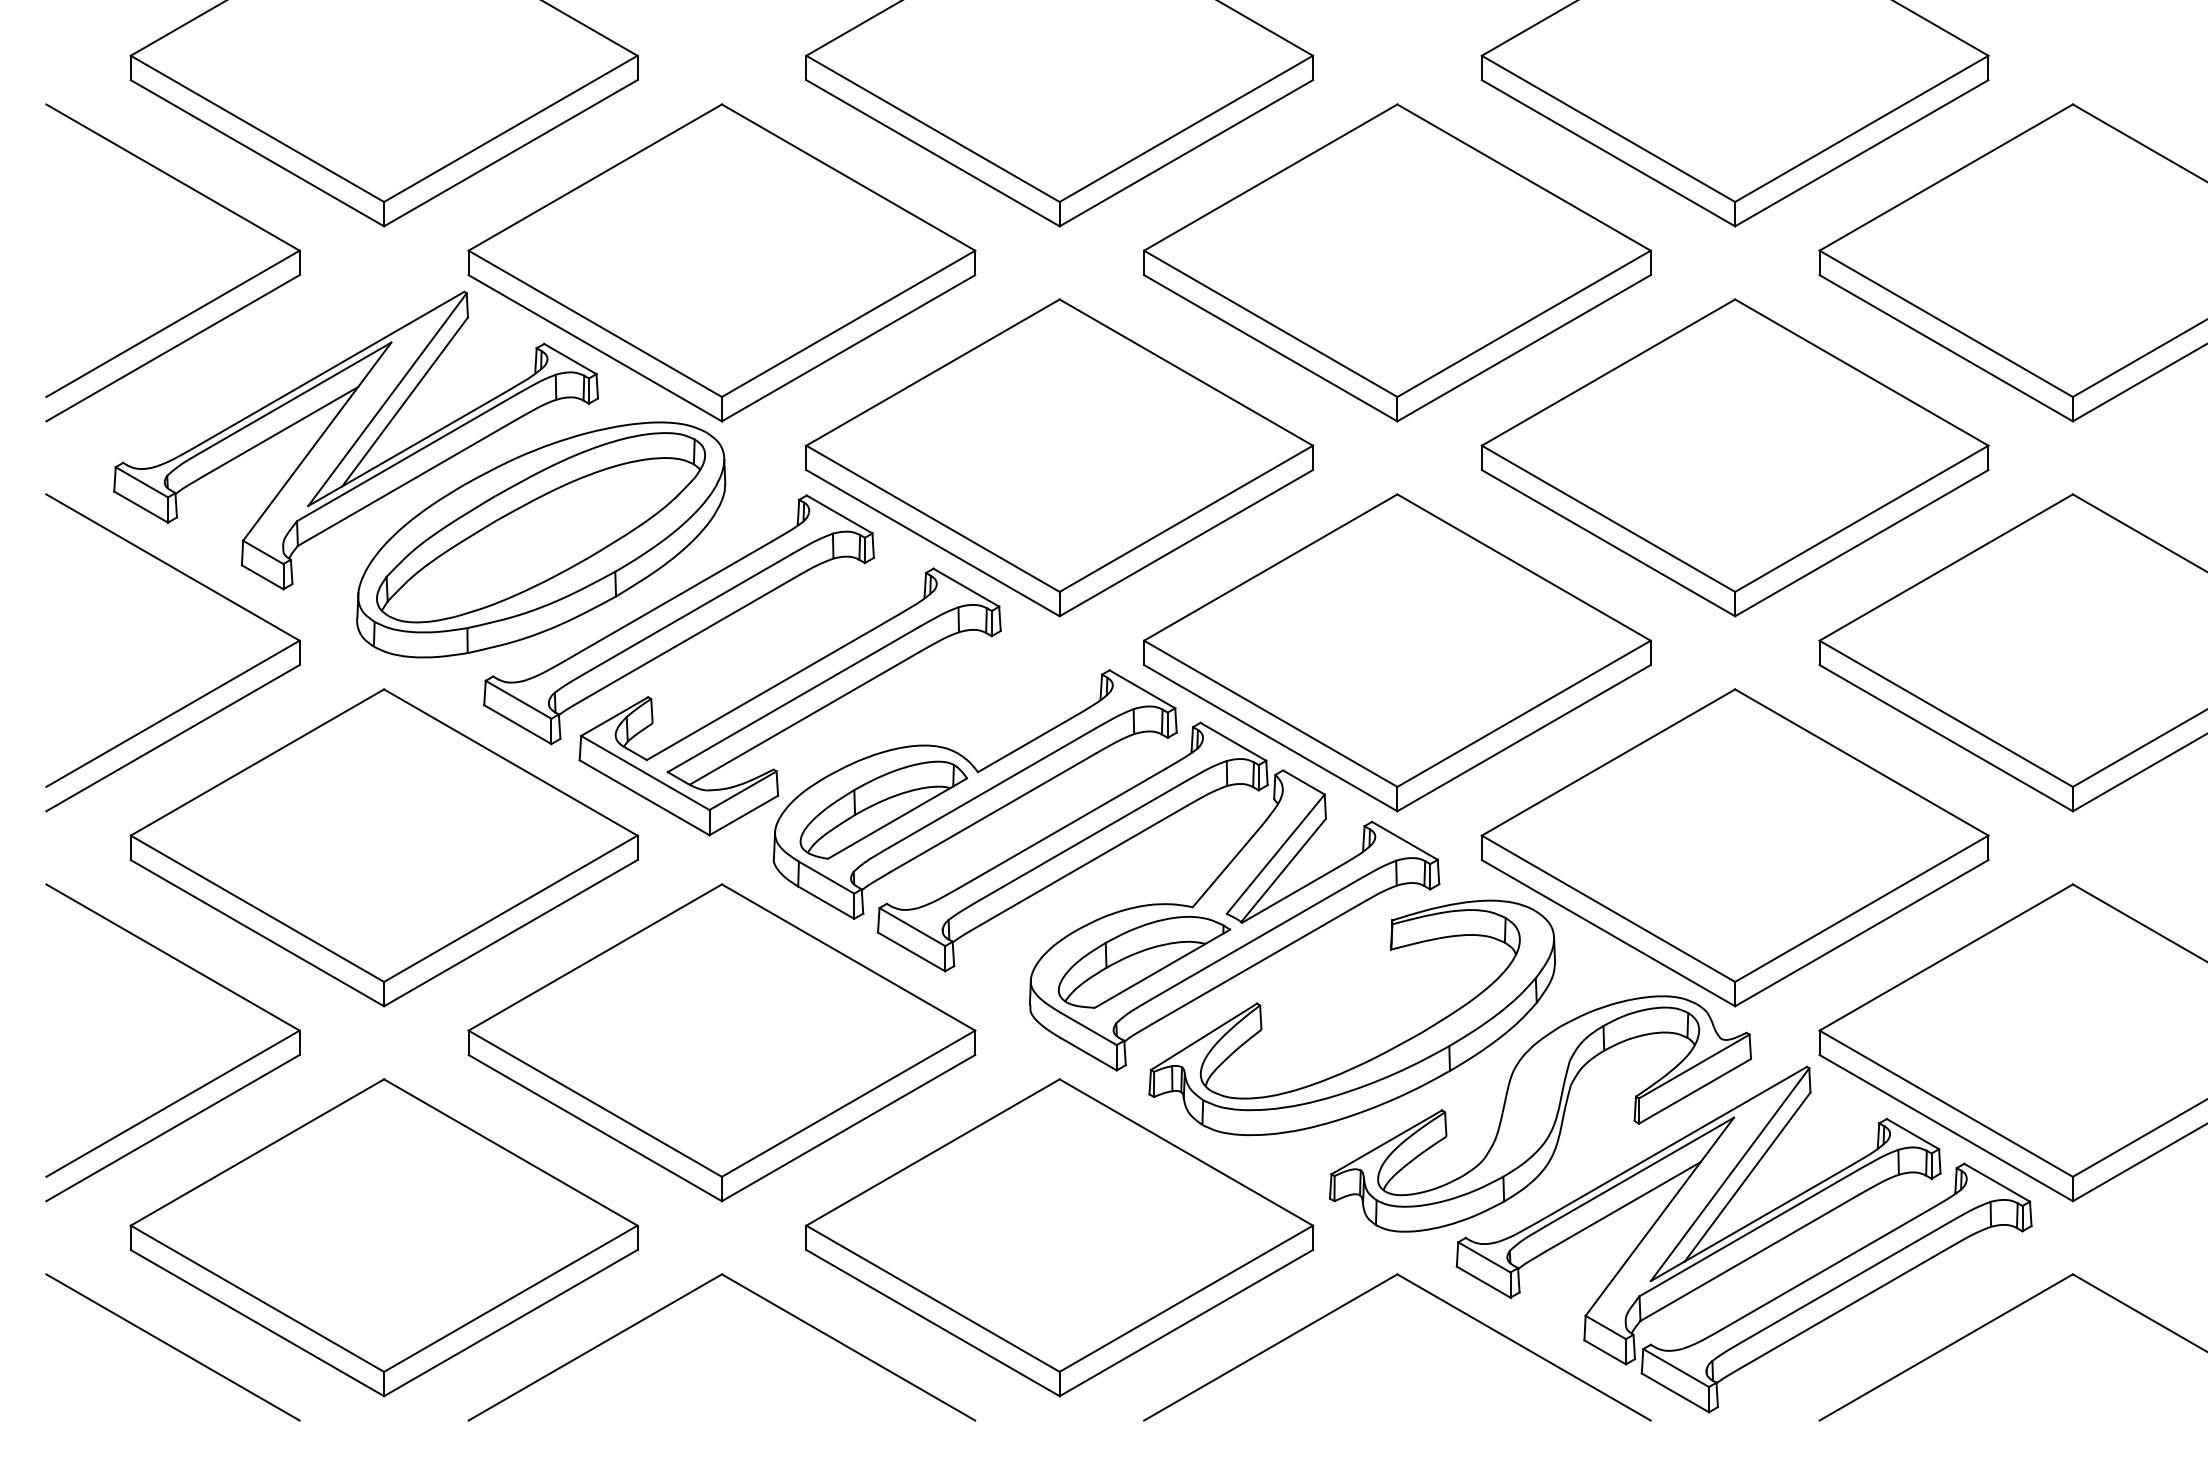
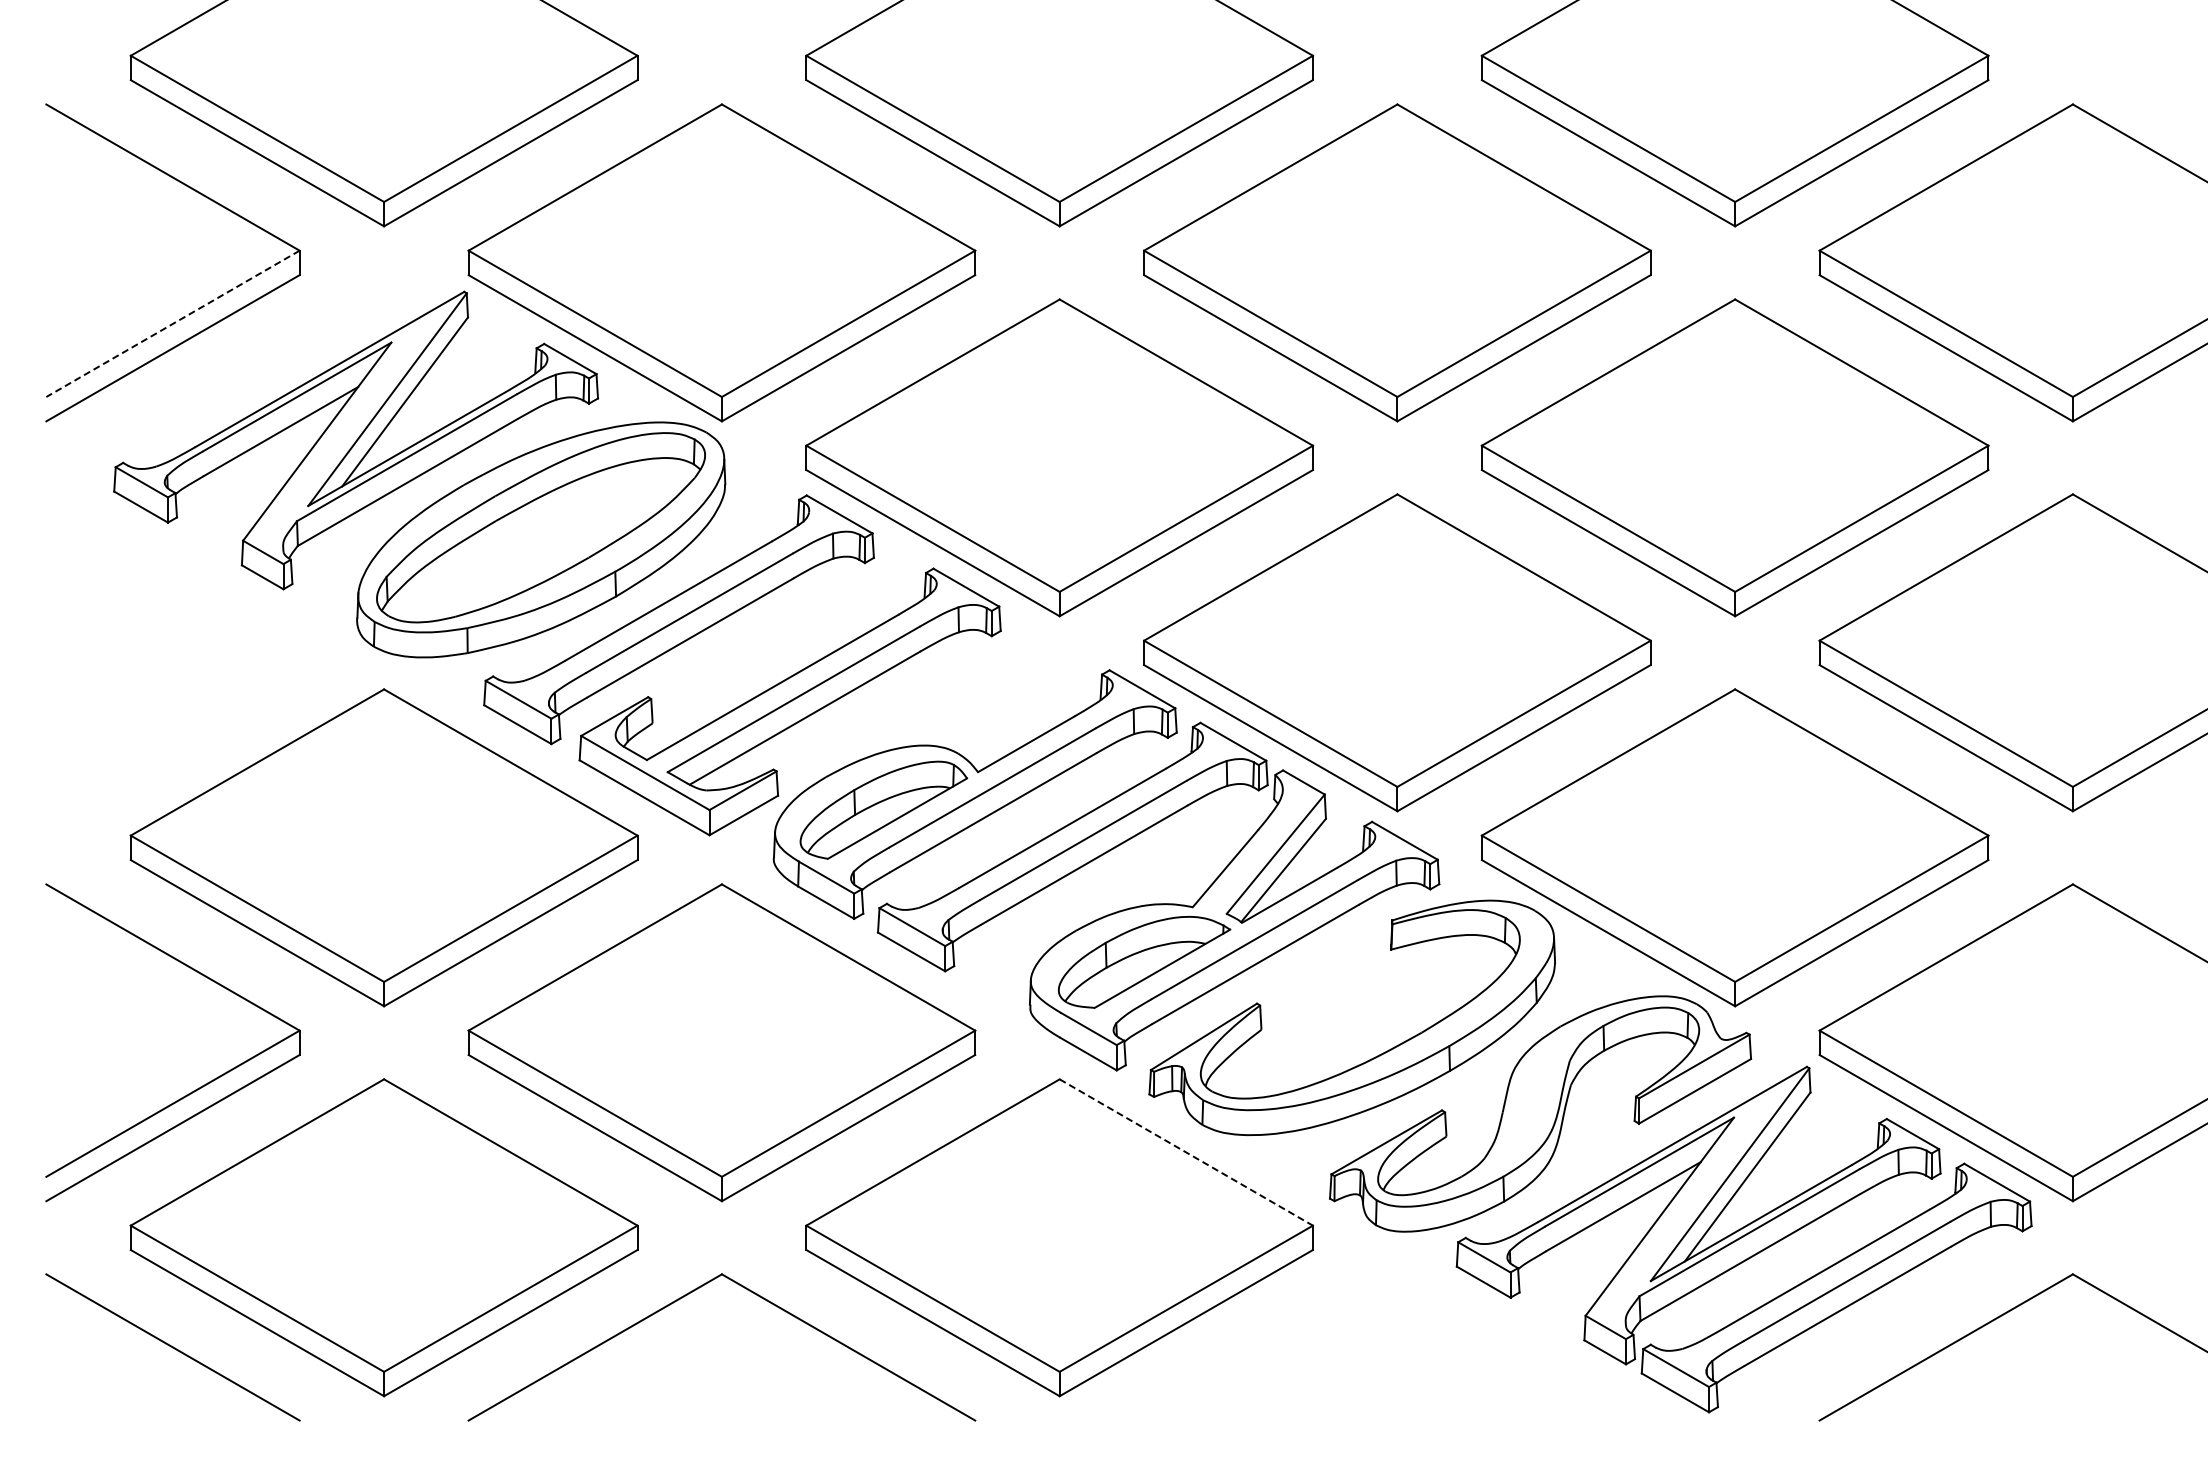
line at (172, 324): solid -> dashed
part at (200, 696): present -> none
line at (1186, 1152): solid -> dashed
part at (1431, 1295): present -> none
